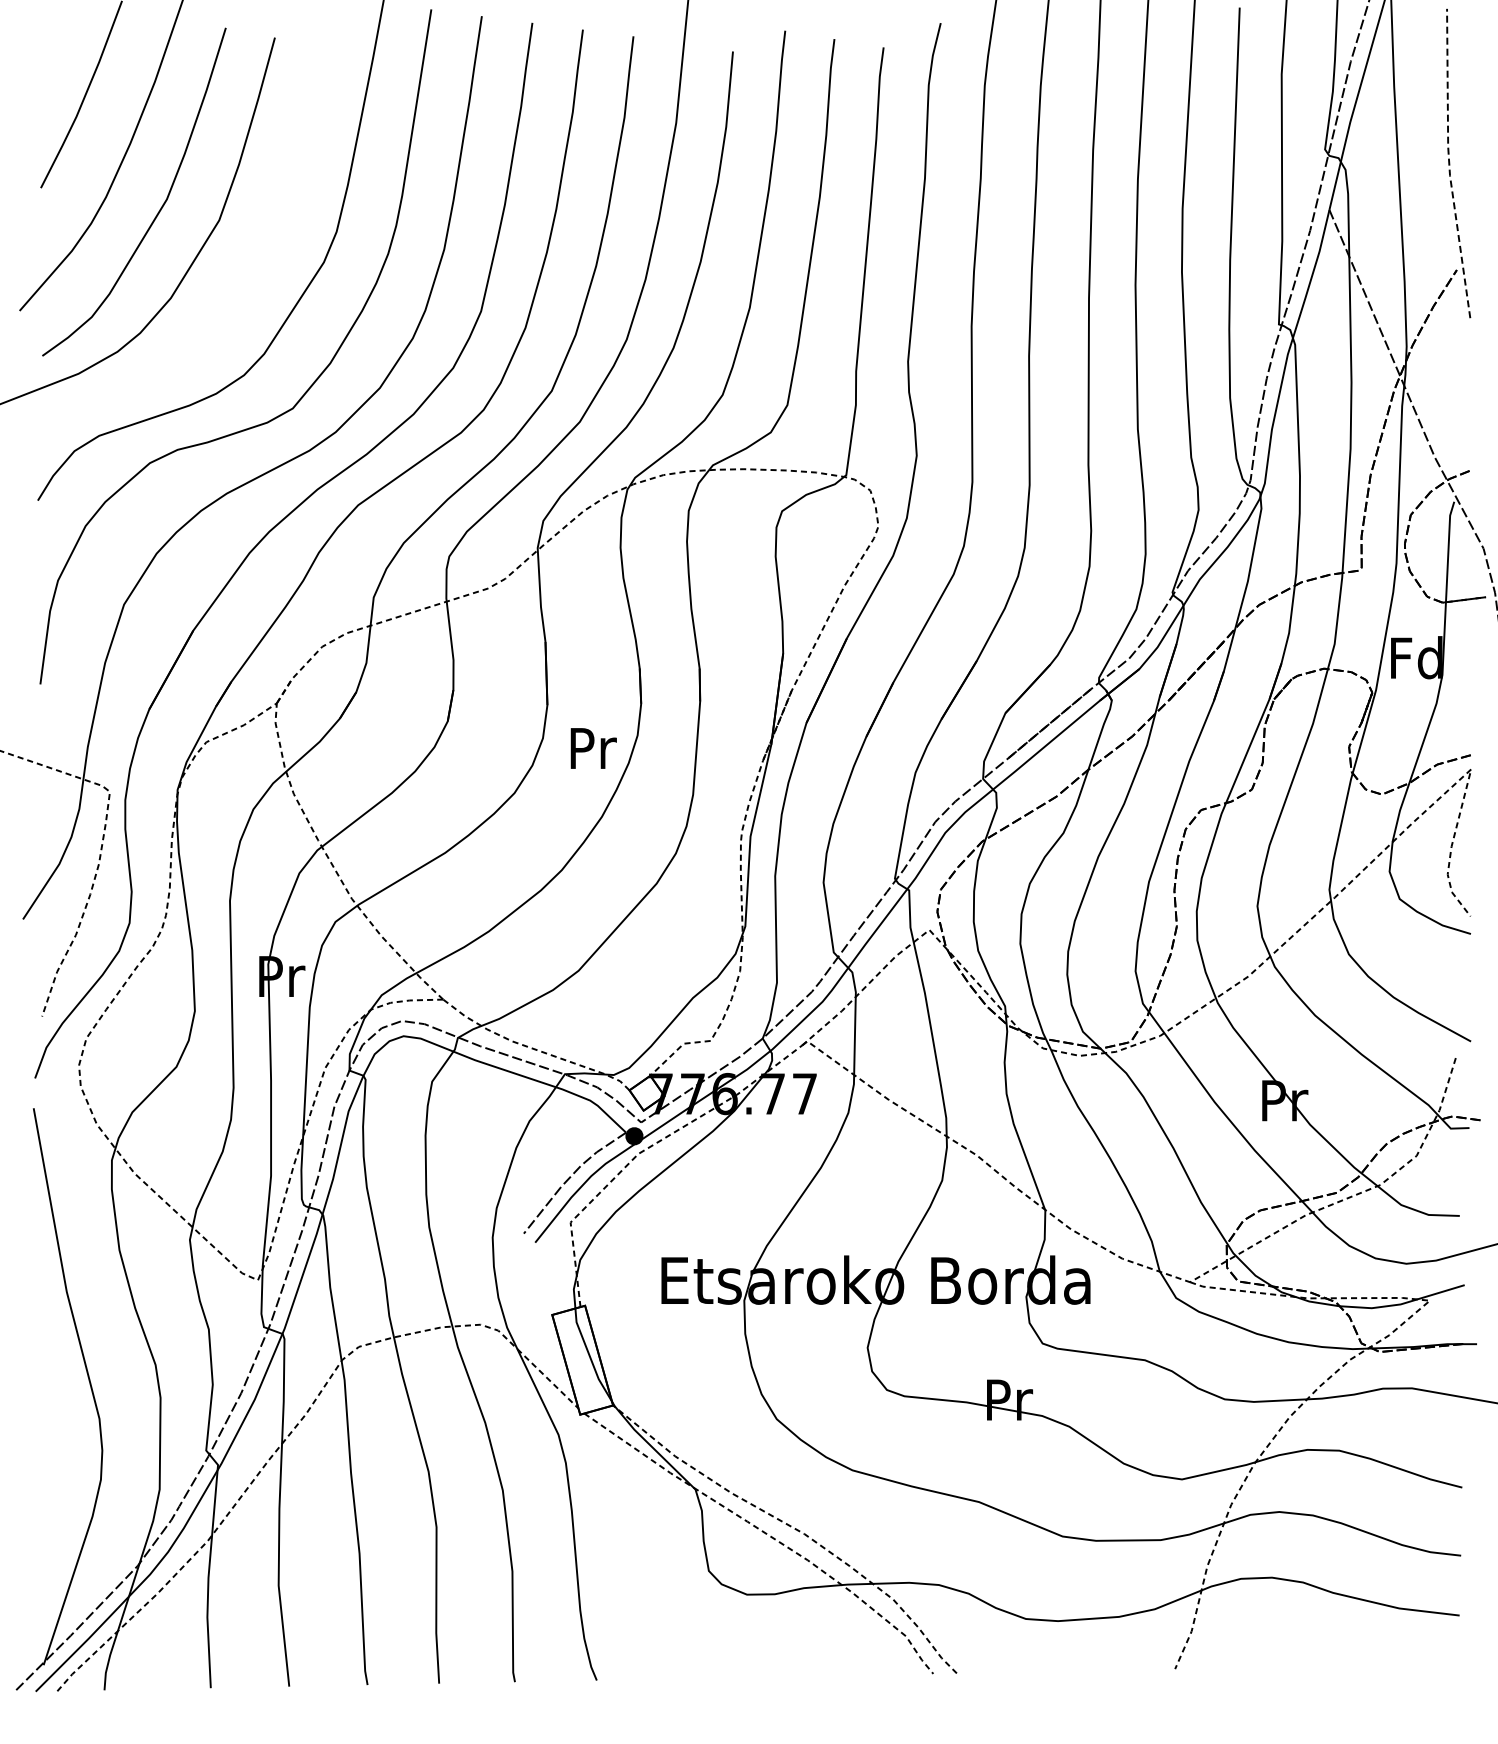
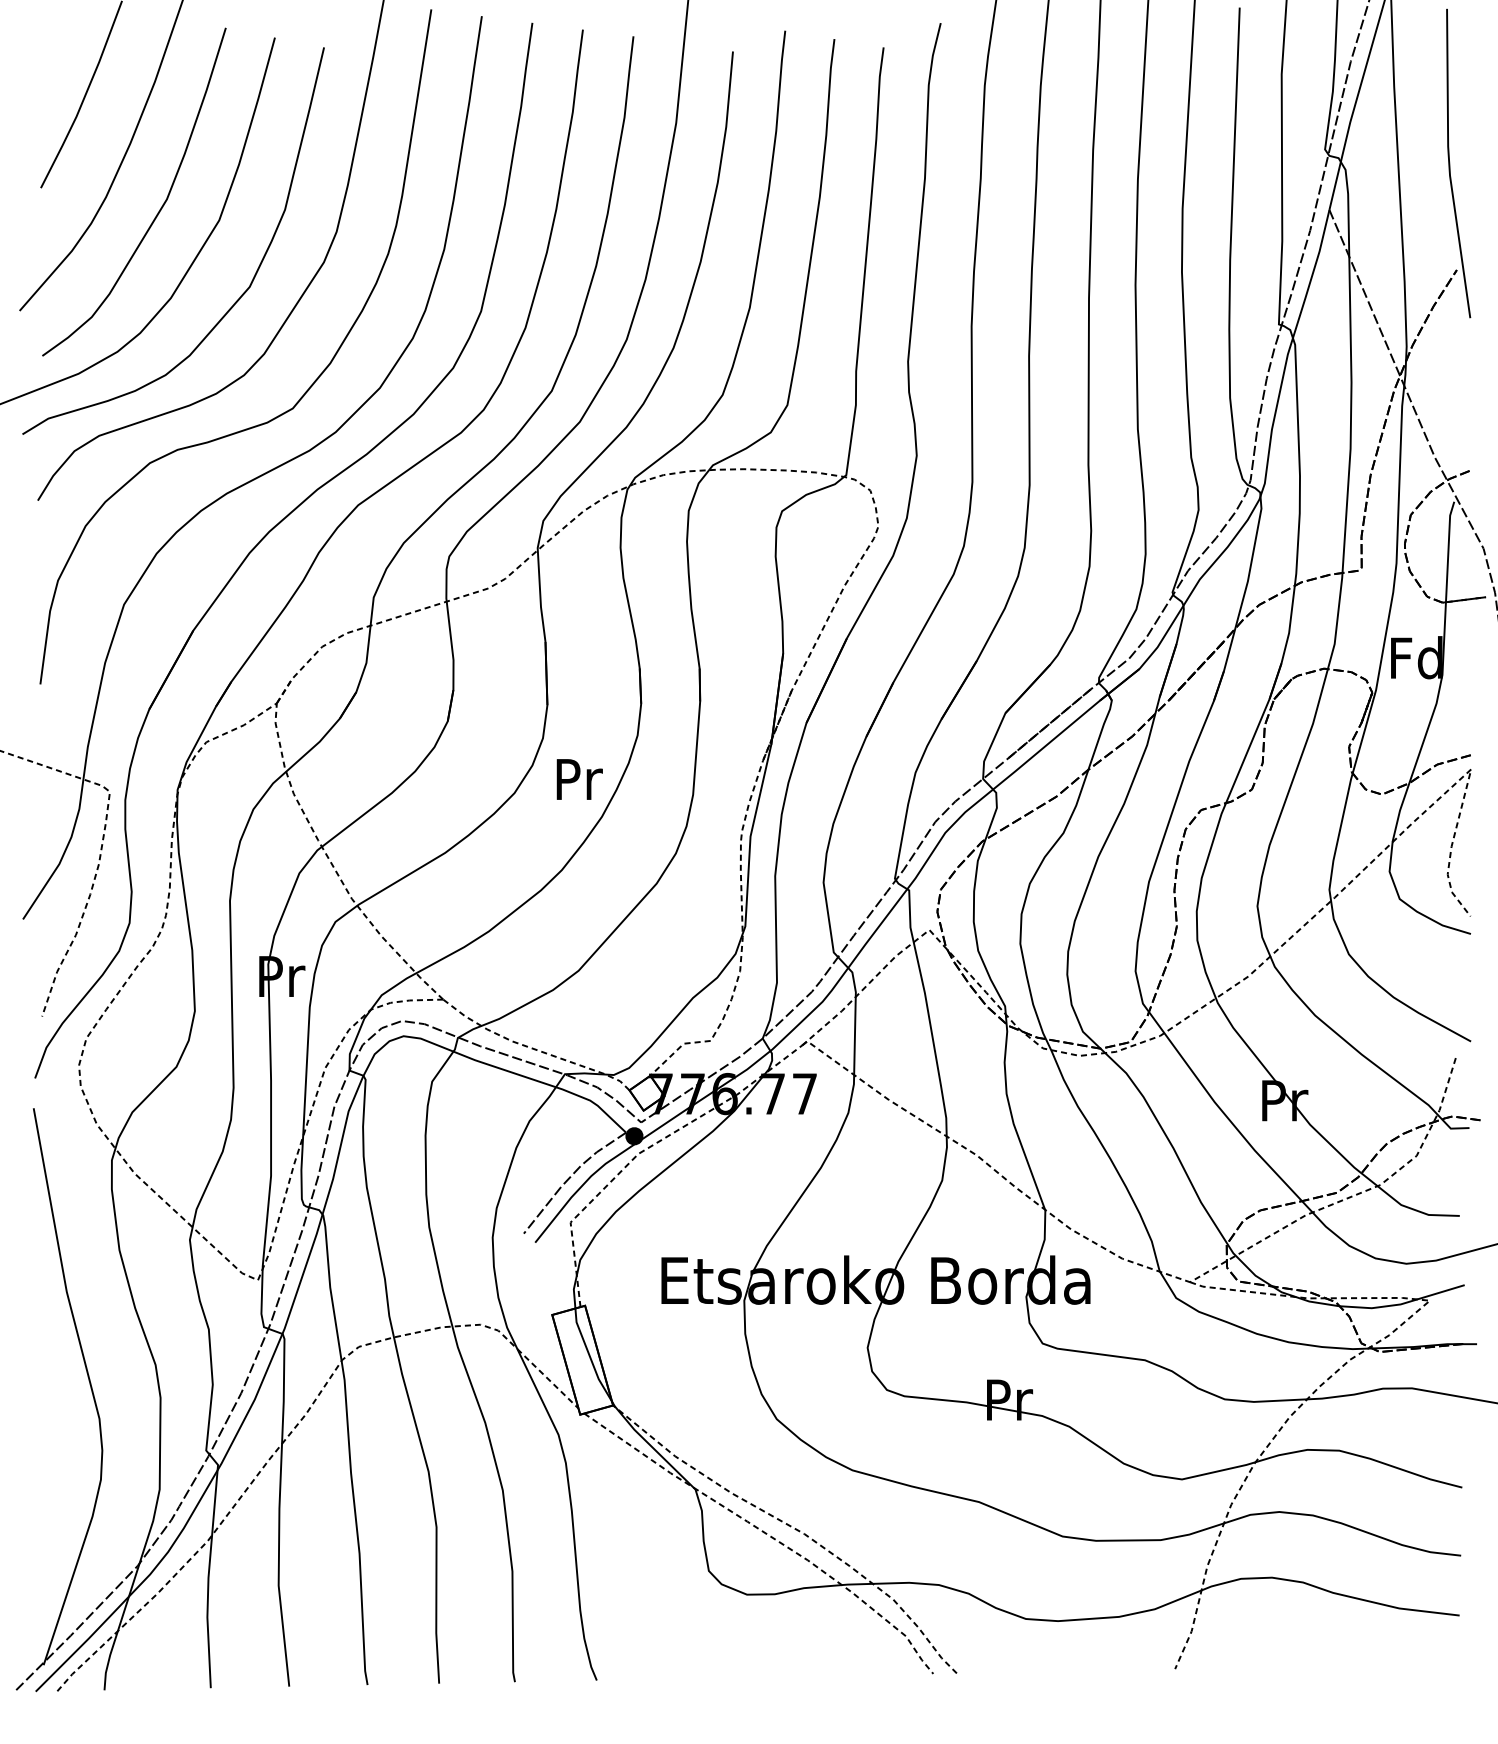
line at (1449, 164): dashed -> solid
curve at (241, 294): none -> present
text at (593, 748) position: (593, 748) -> (579, 779)
